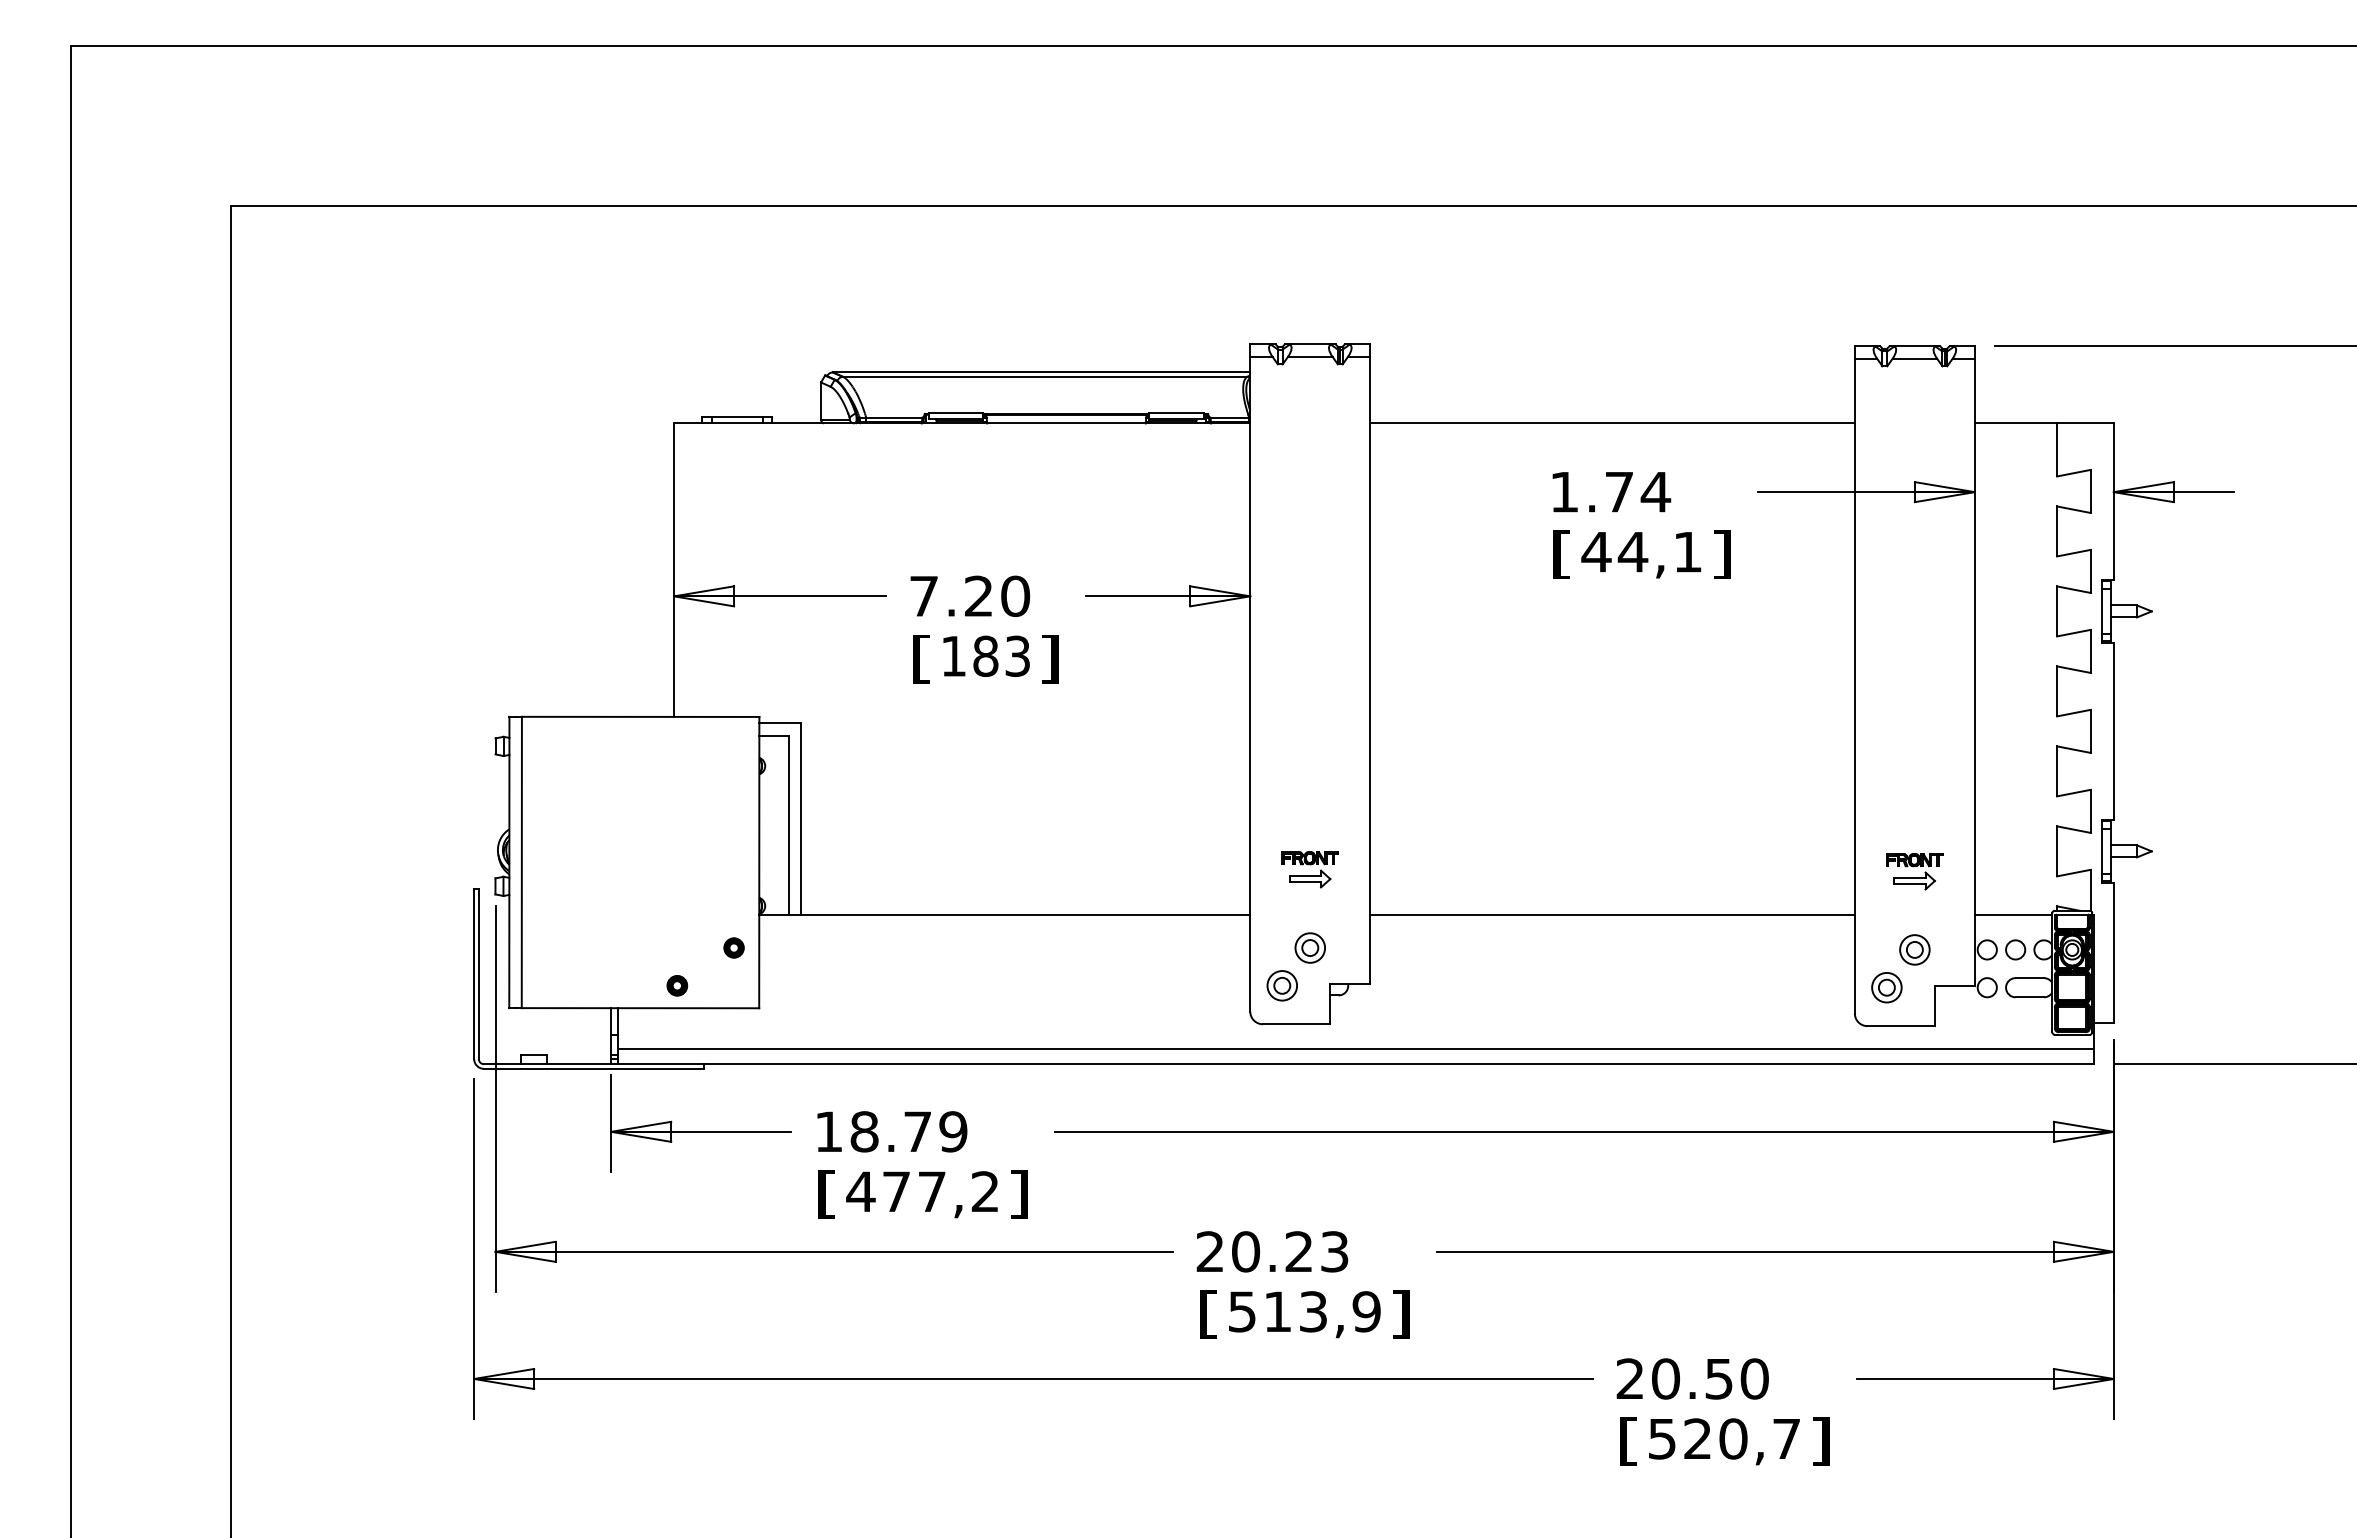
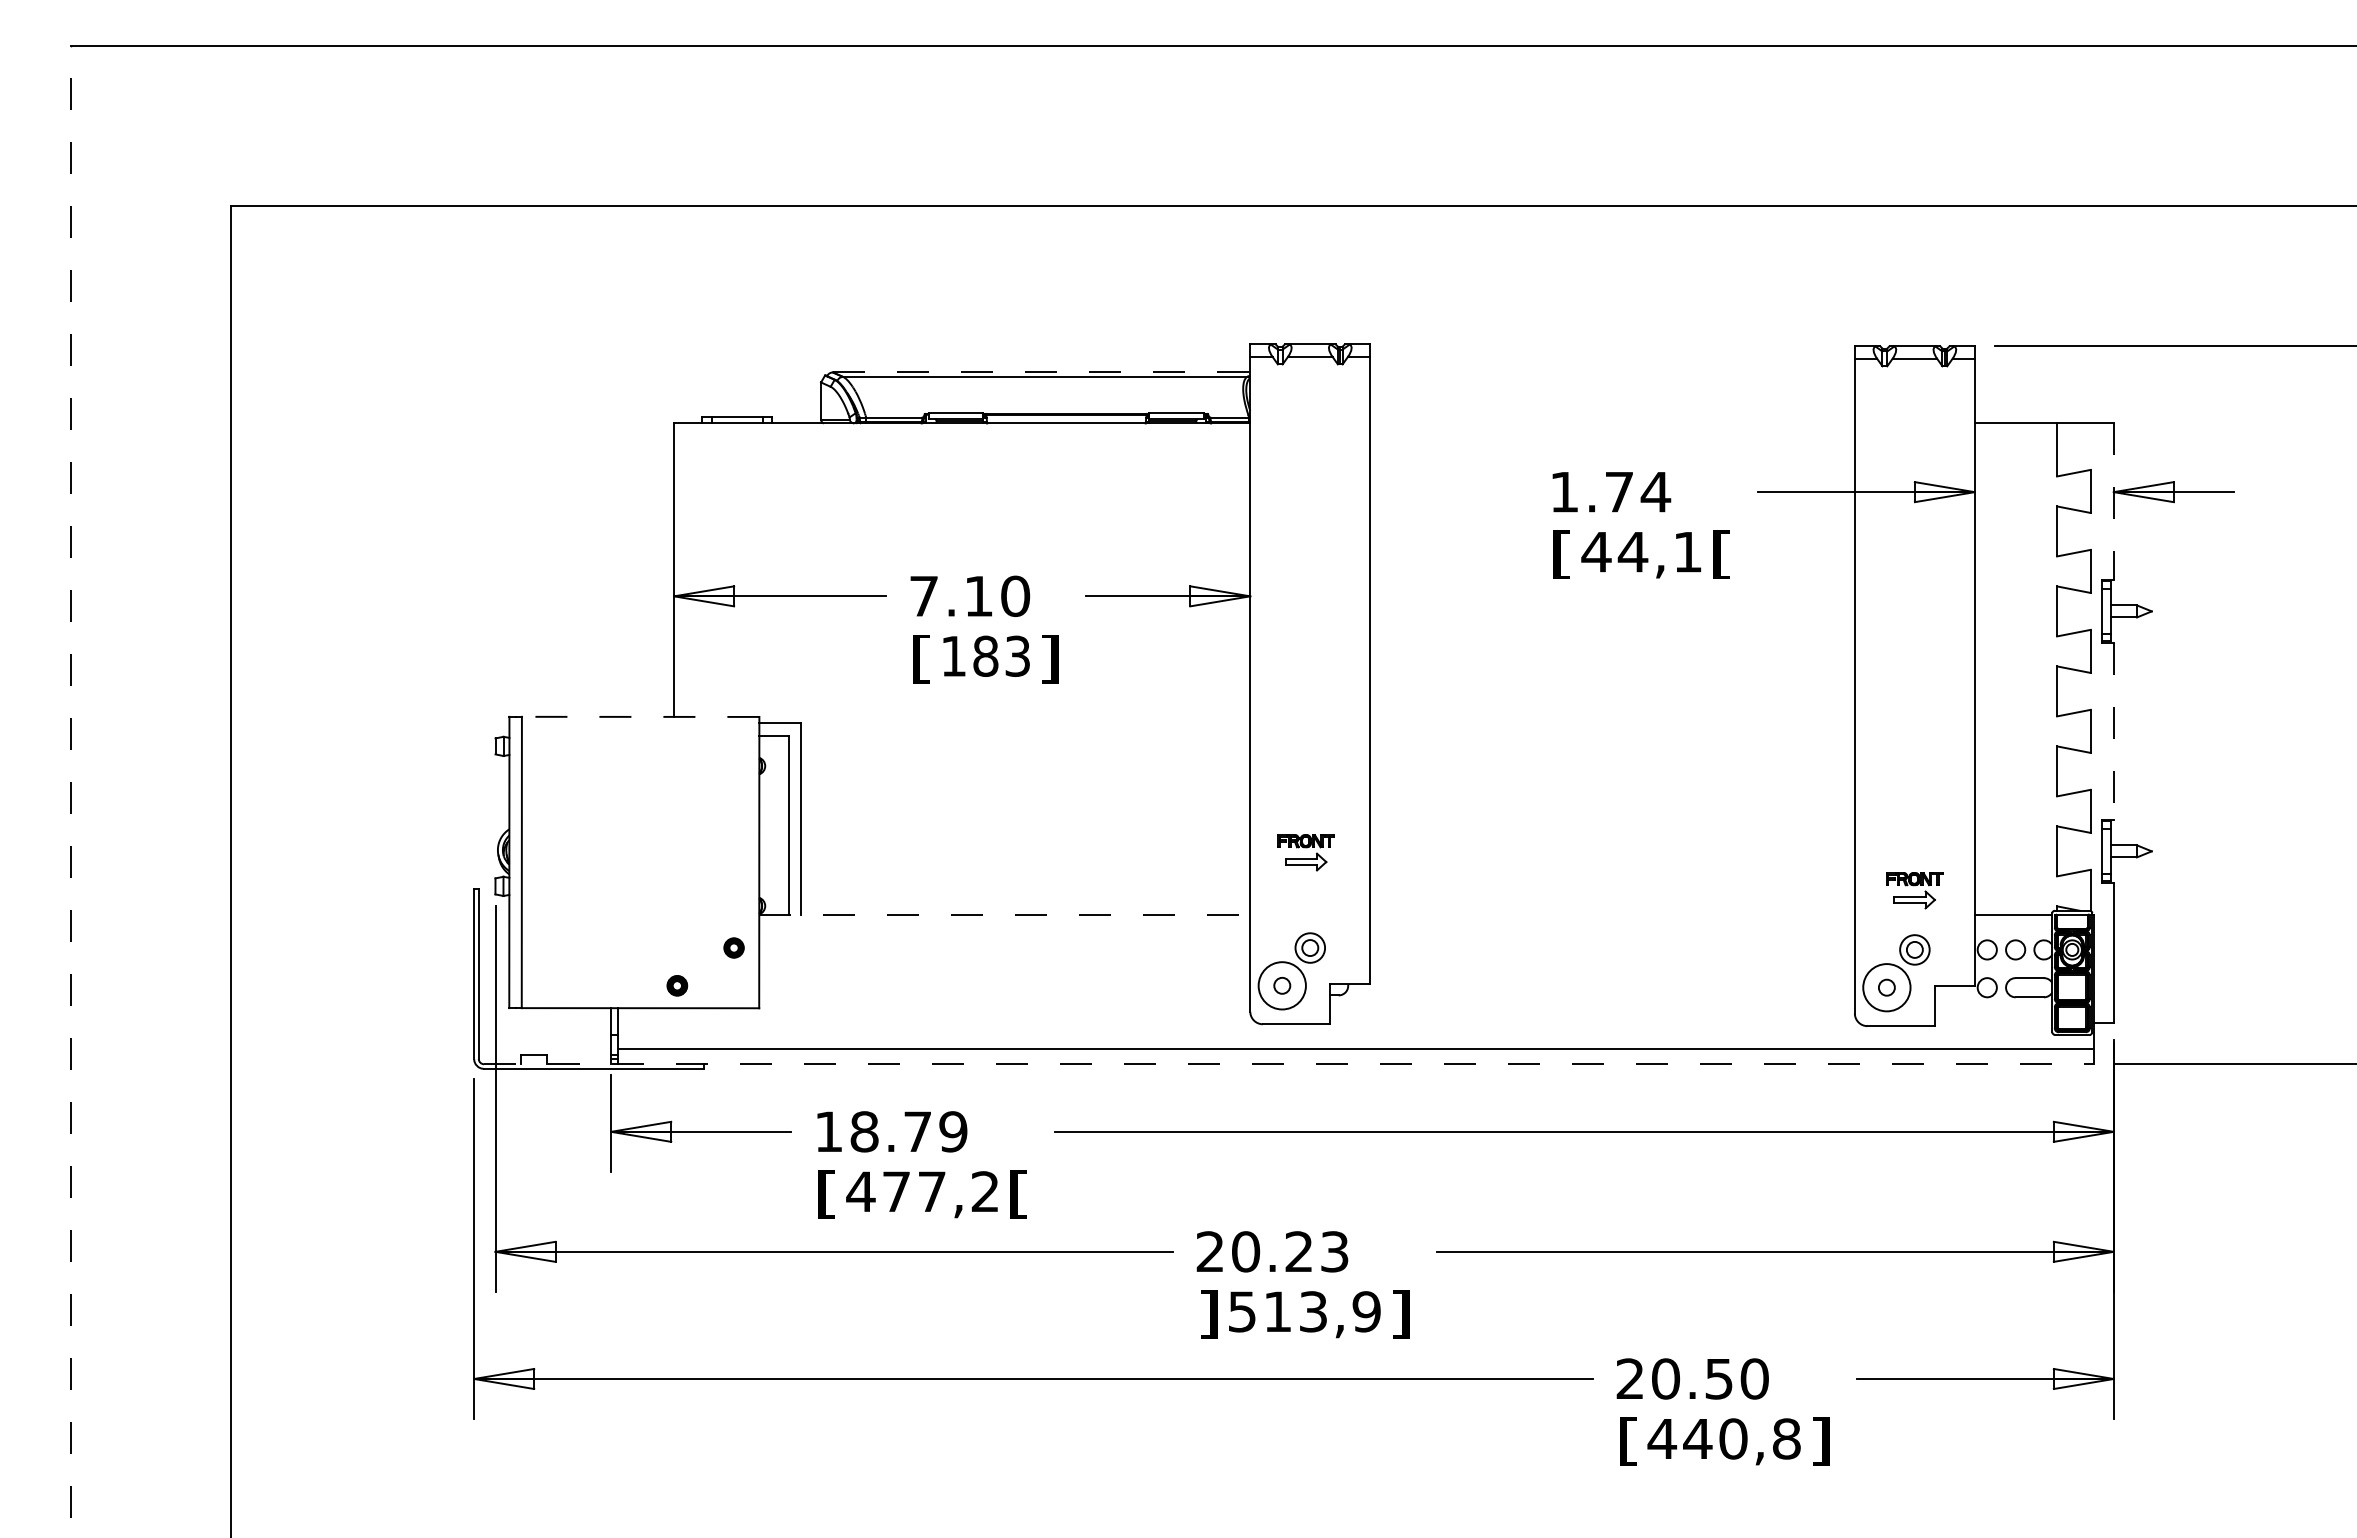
line at (1041, 372): solid -> dashed
line at (1612, 423): present -> none
line at (2113, 502): solid -> dashed
text at (1721, 554): ] -> [
text at (978, 595): 7.20 -> 7.10
line at (640, 716): solid -> dashed
line at (2113, 731): solid -> dashed
line at (70, 791): solid -> dashed
part at (1309, 869) position: (1309, 869) -> (1305, 852)
part at (1914, 871) position: (1914, 871) -> (1914, 890)
line at (1004, 914): solid -> dashed
line at (1612, 914): present -> none
circle at (1282, 985) diameter: 30 px -> 47 px
circle at (1886, 987) diameter: 30 px -> 47 px
line at (1289, 1064): solid -> dashed
text at (1018, 1194): ] -> [
text at (1208, 1314): [ -> ]
text at (1723, 1438): 520,7 -> 440,8
